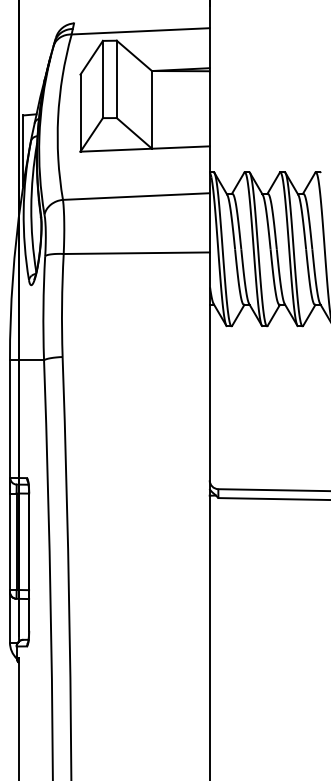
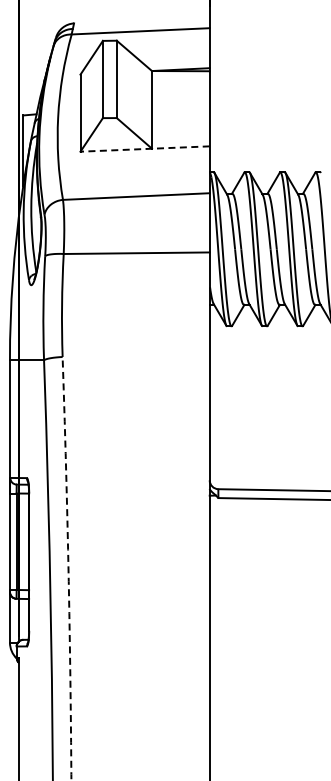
line at (145, 149): solid -> dashed
arc at (68, 568): solid -> dashed
